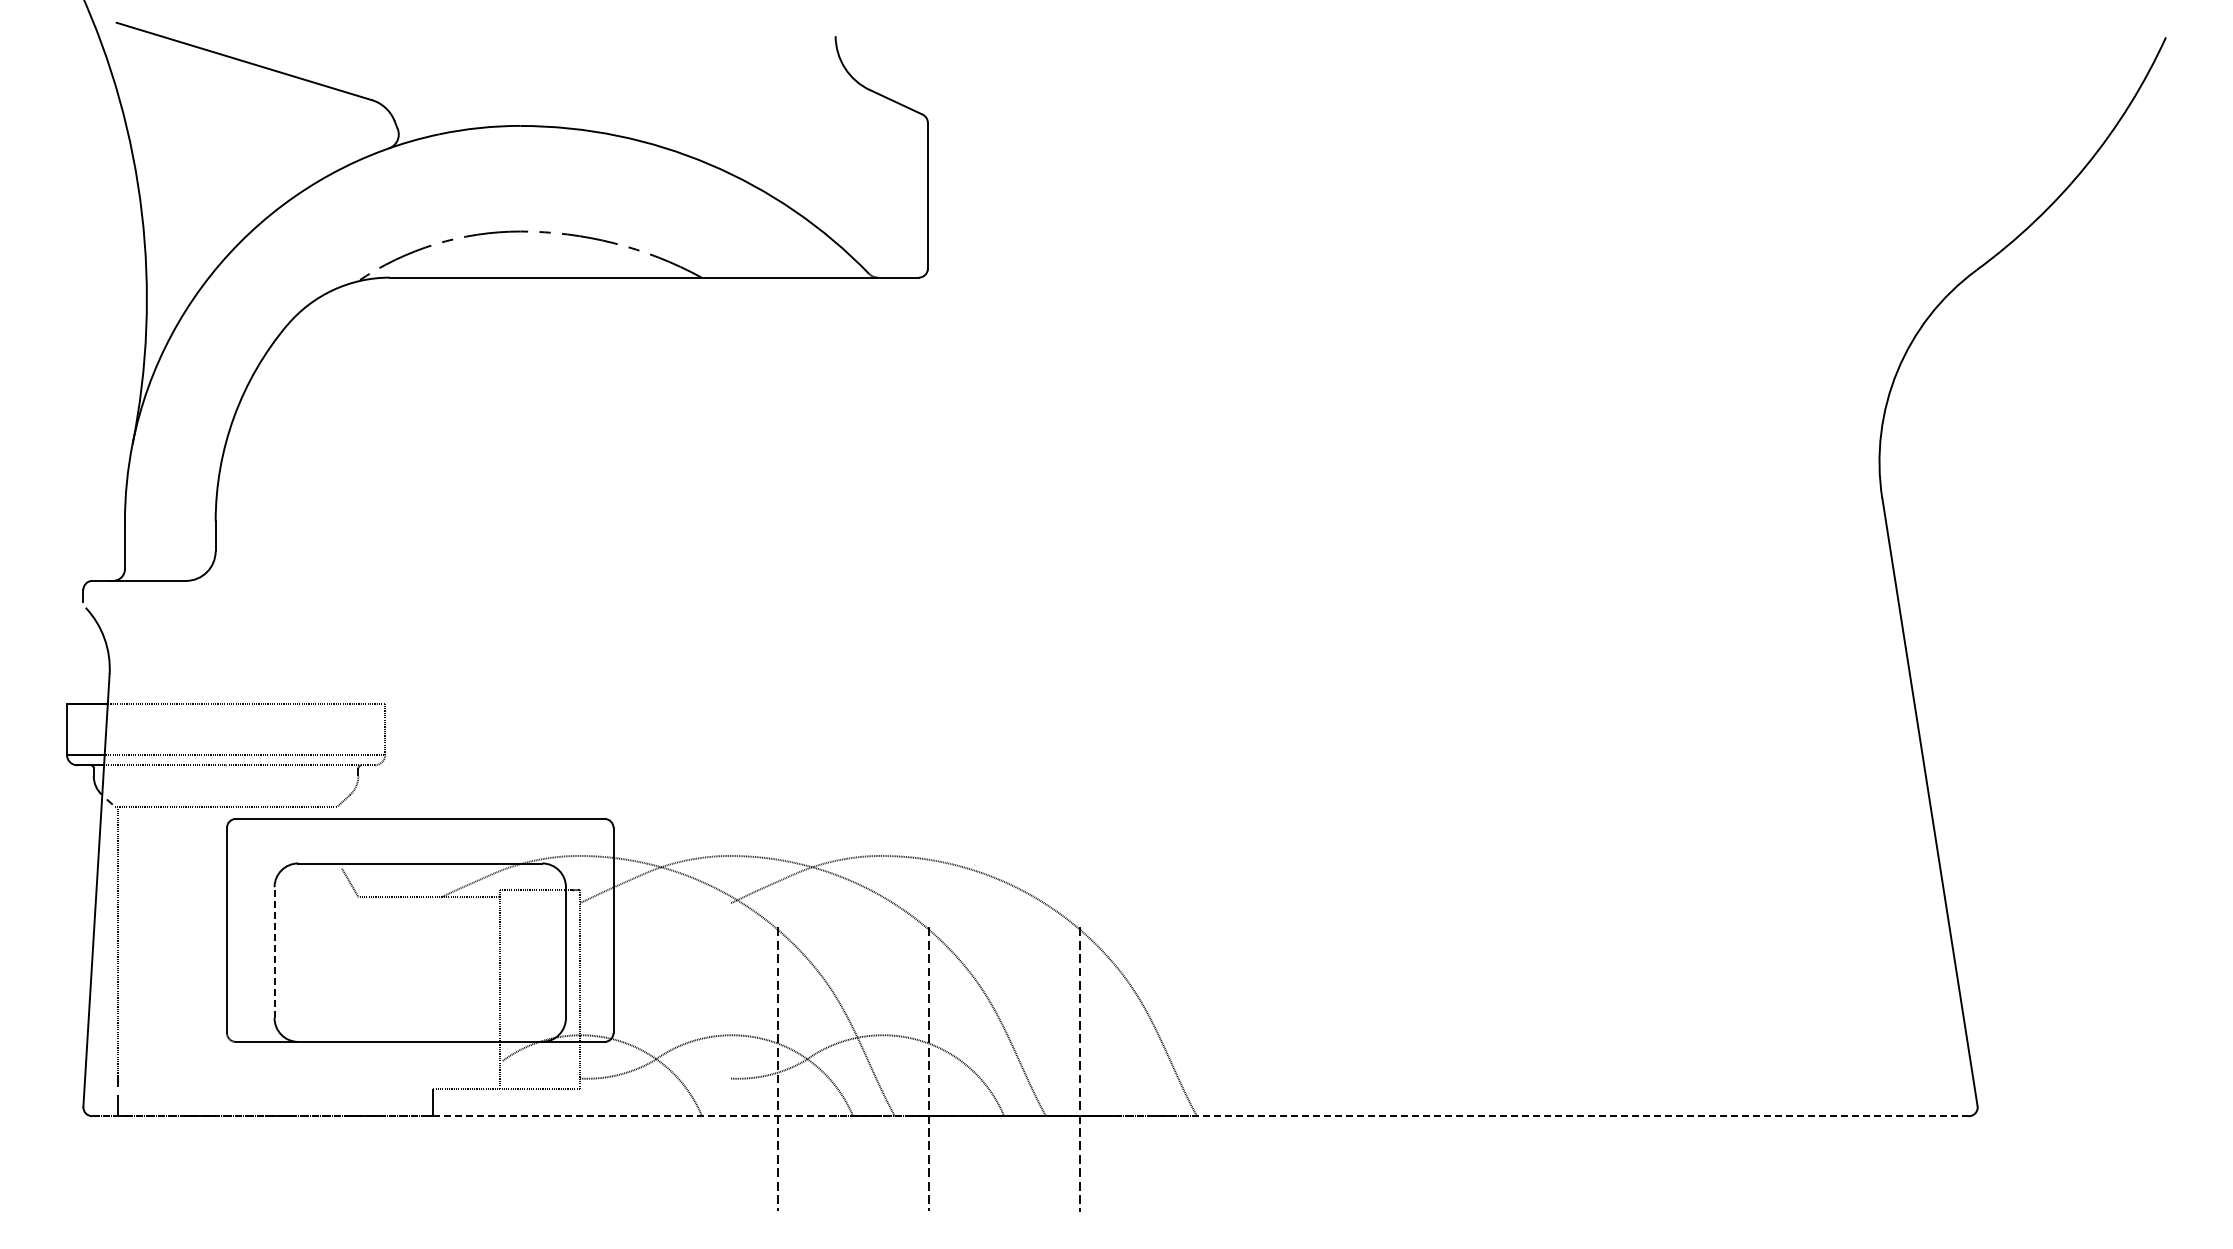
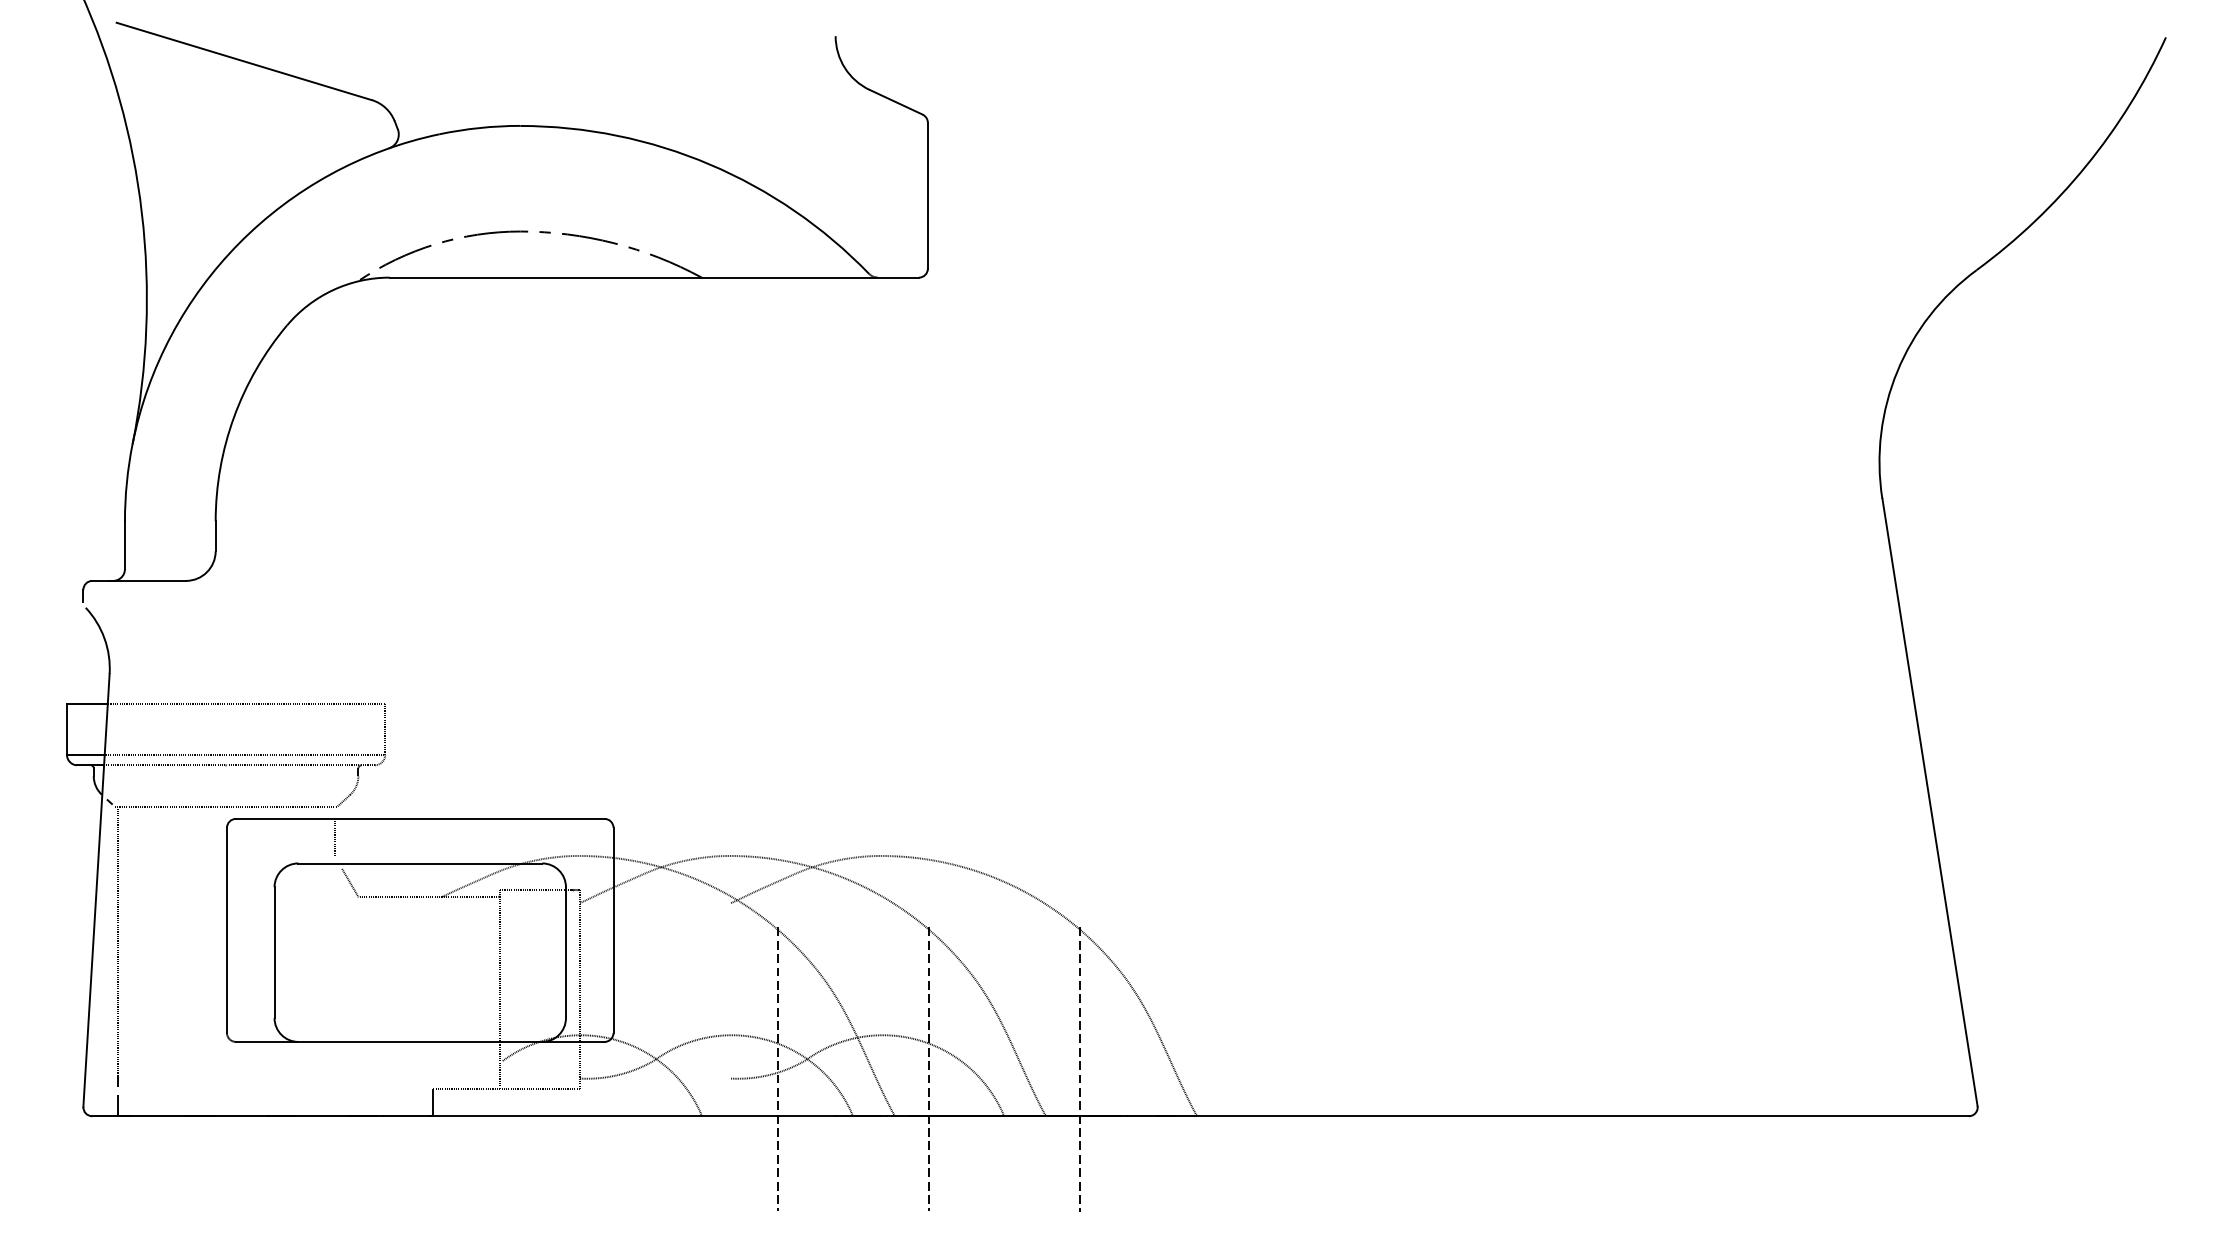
line at (334, 837): none -> present
line at (274, 952): dashed -> solid
line at (1031, 1116): dashed -> solid
